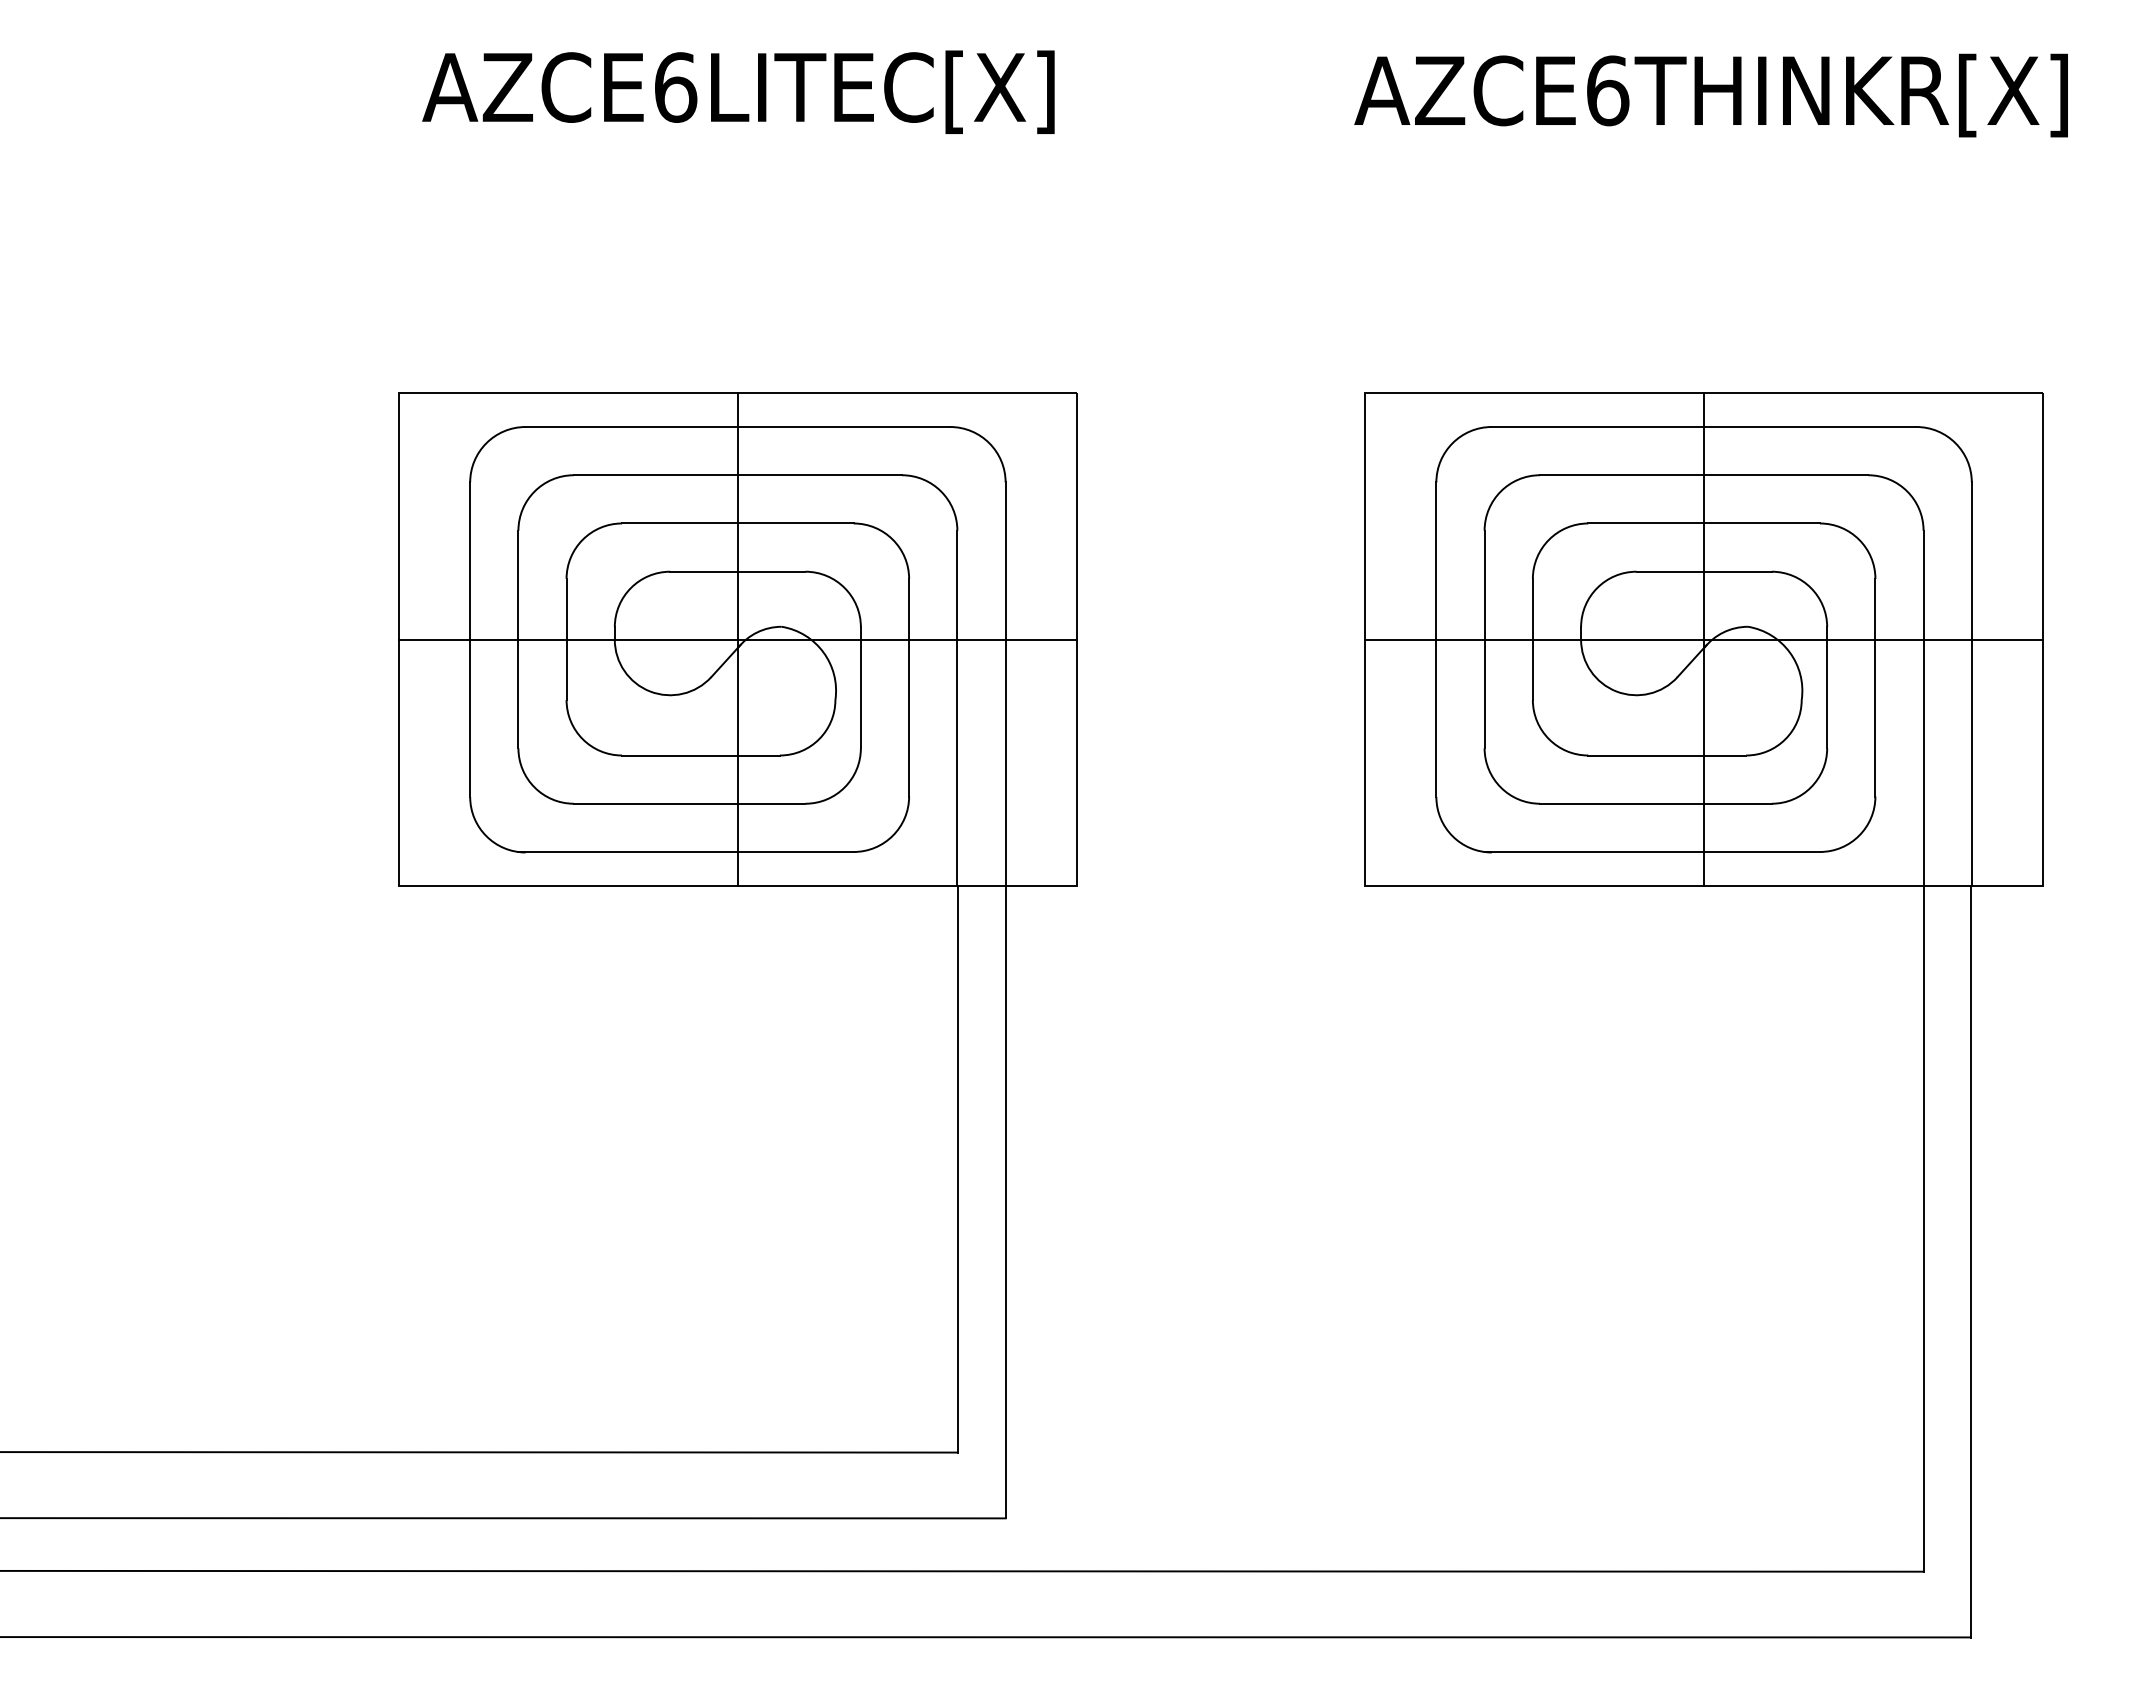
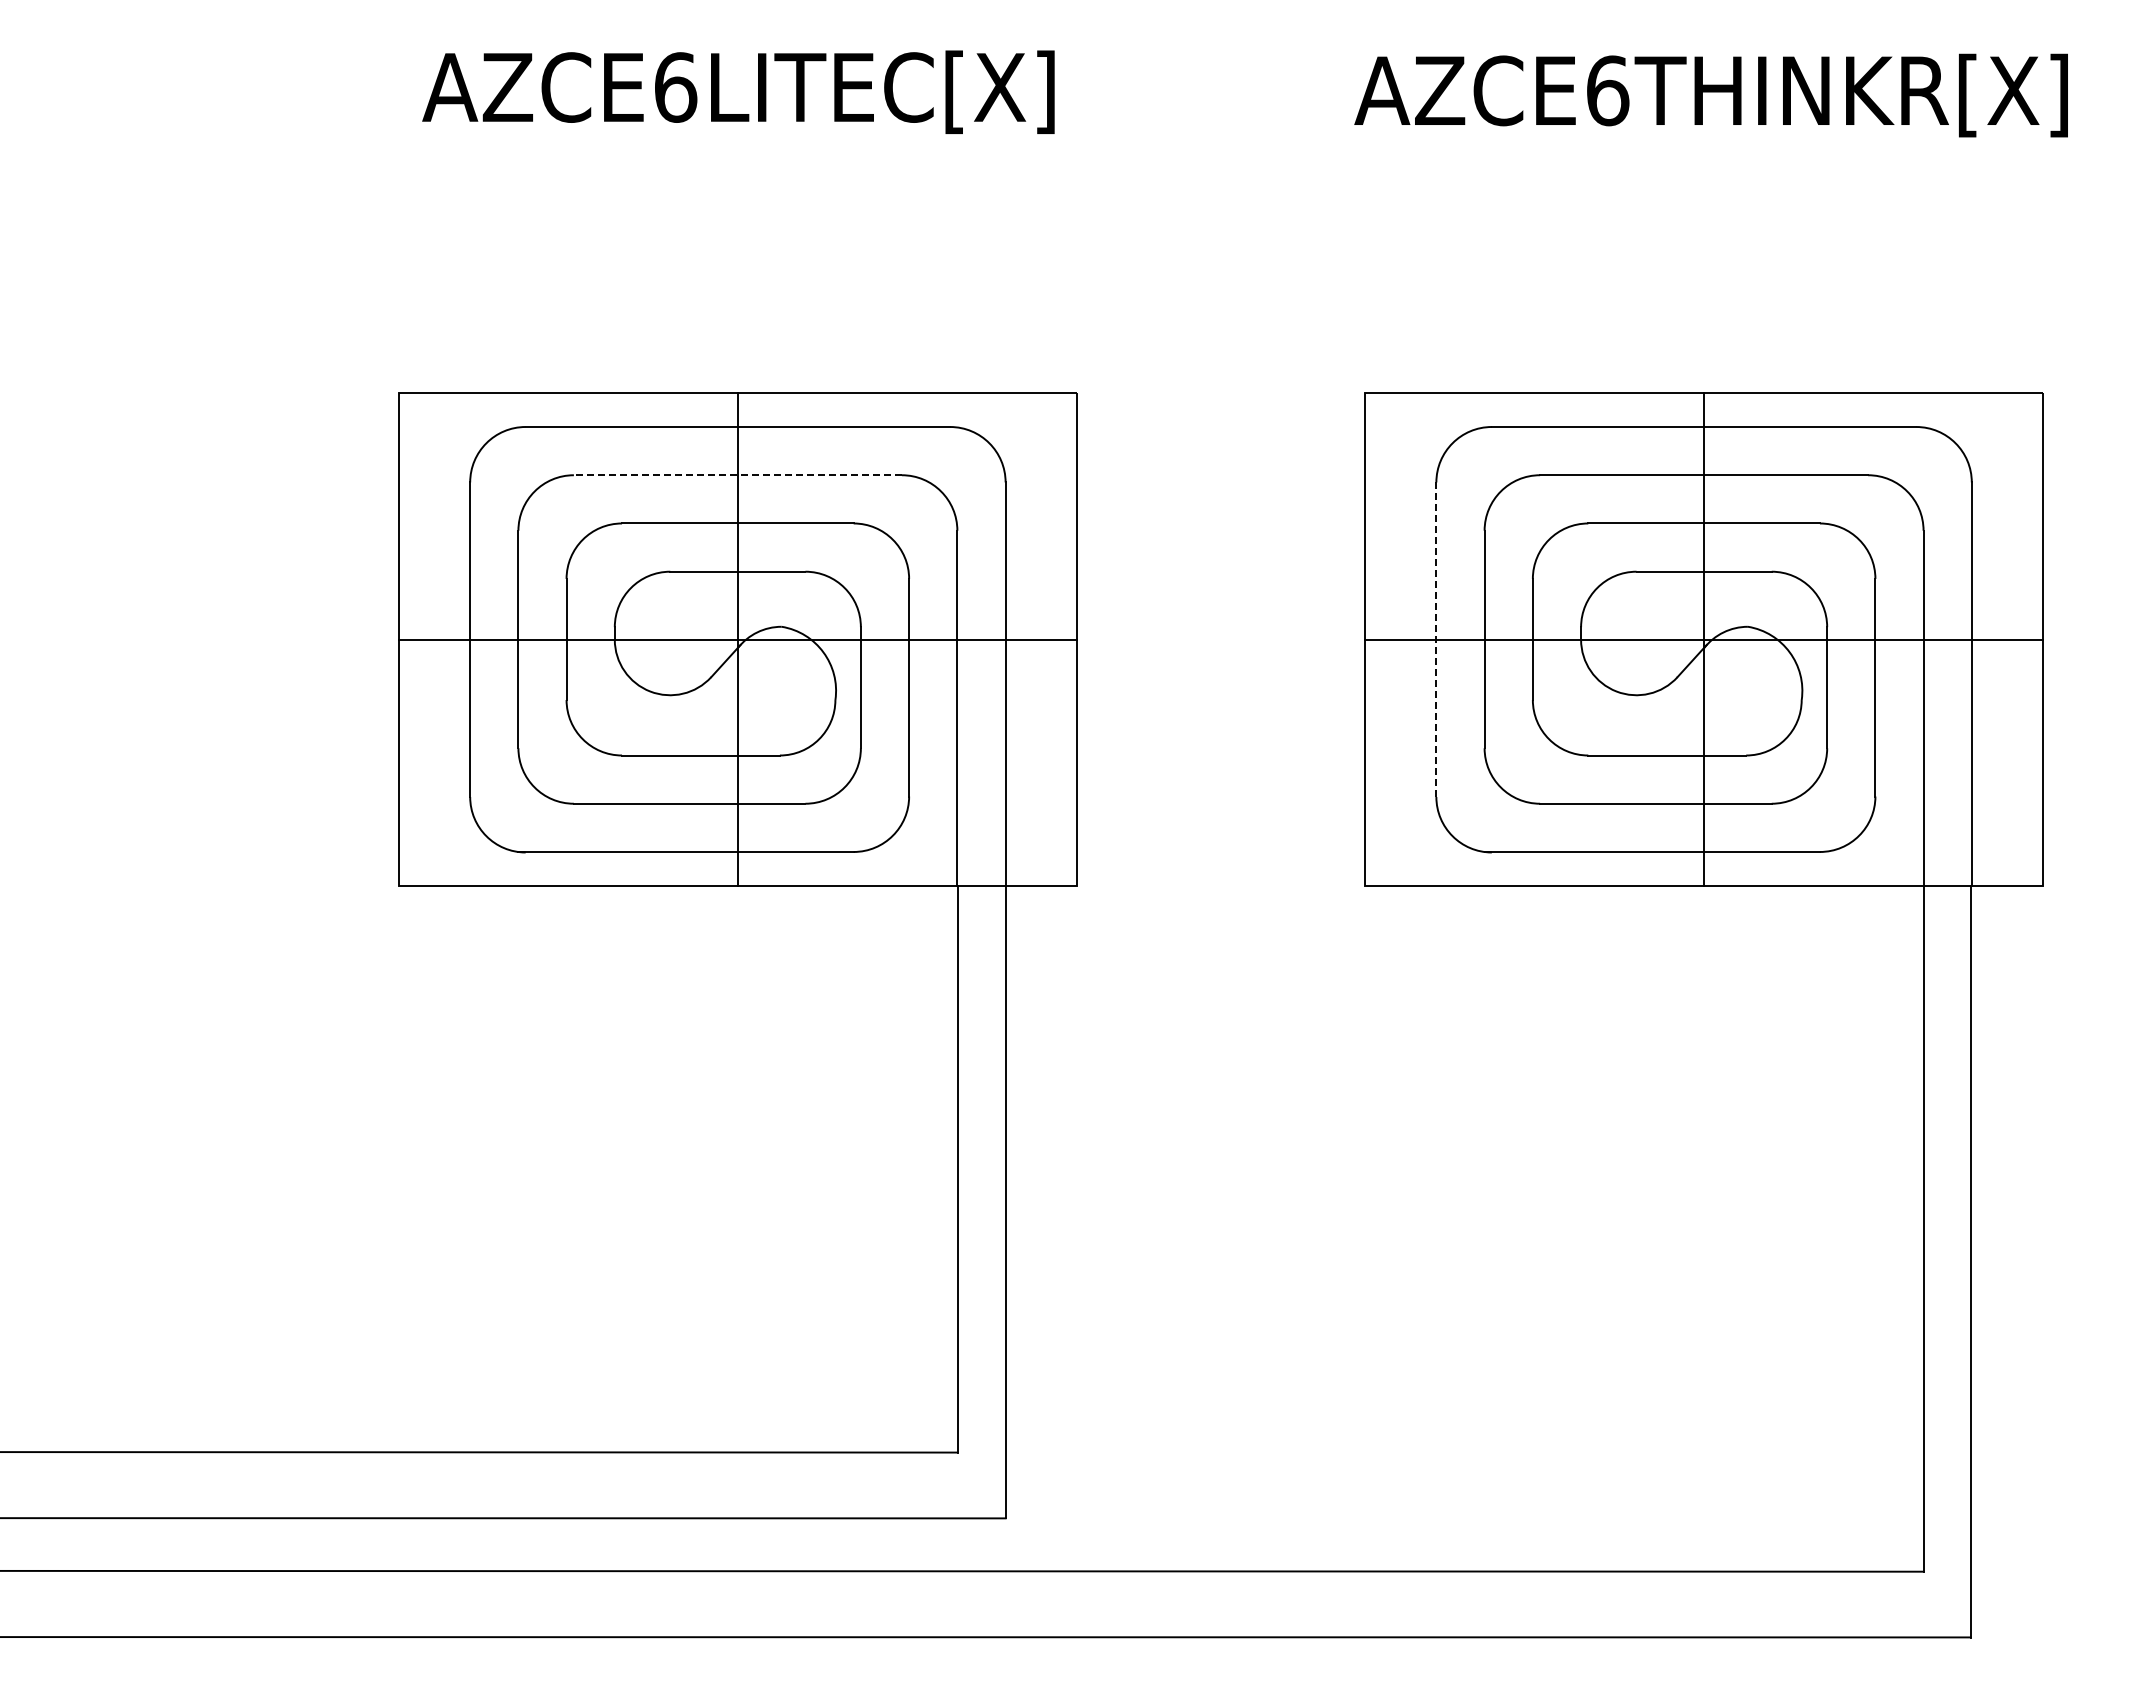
line at (737, 475): solid -> dashed
line at (1436, 639): solid -> dashed
